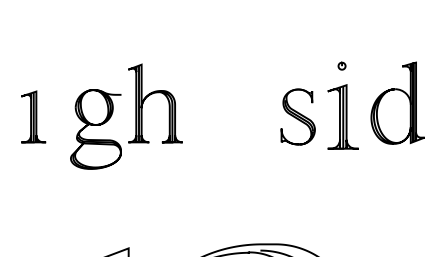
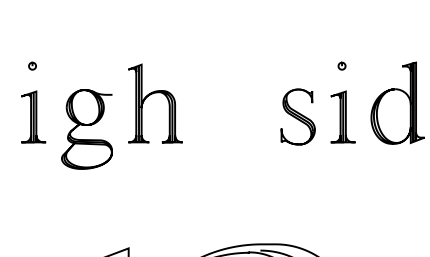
curve at (32, 65): none -> present
part at (342, 116) size: 32x66 px -> 26x54 px
part at (95, 129) position: (95, 129) -> (86, 129)
